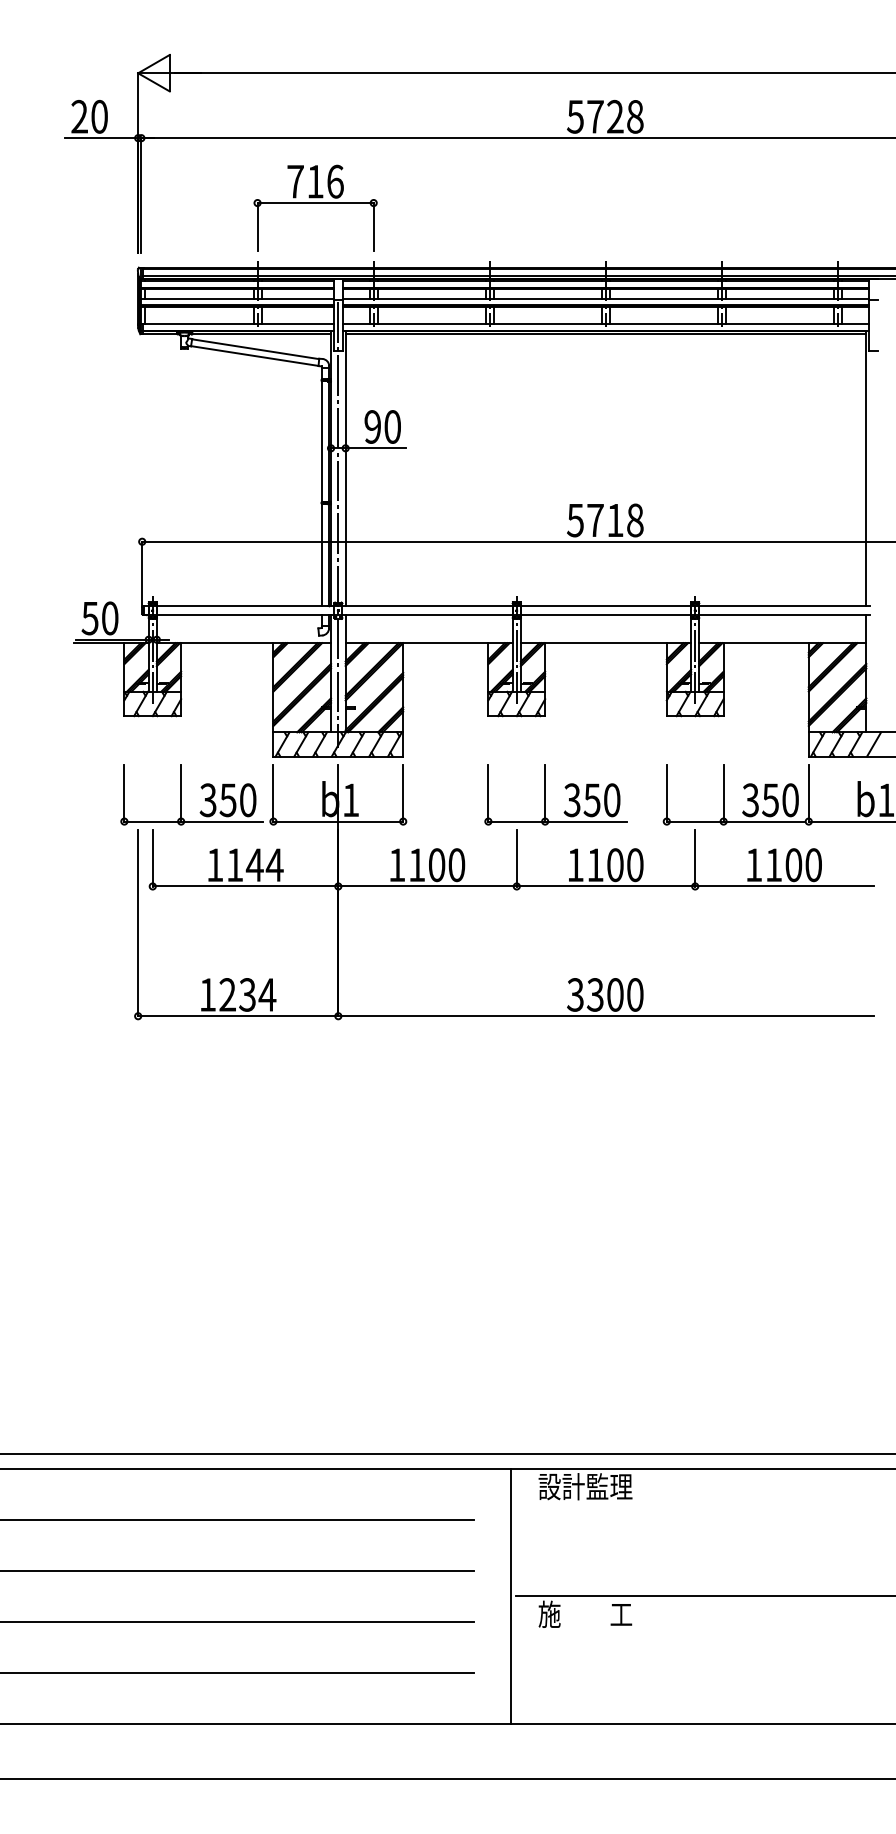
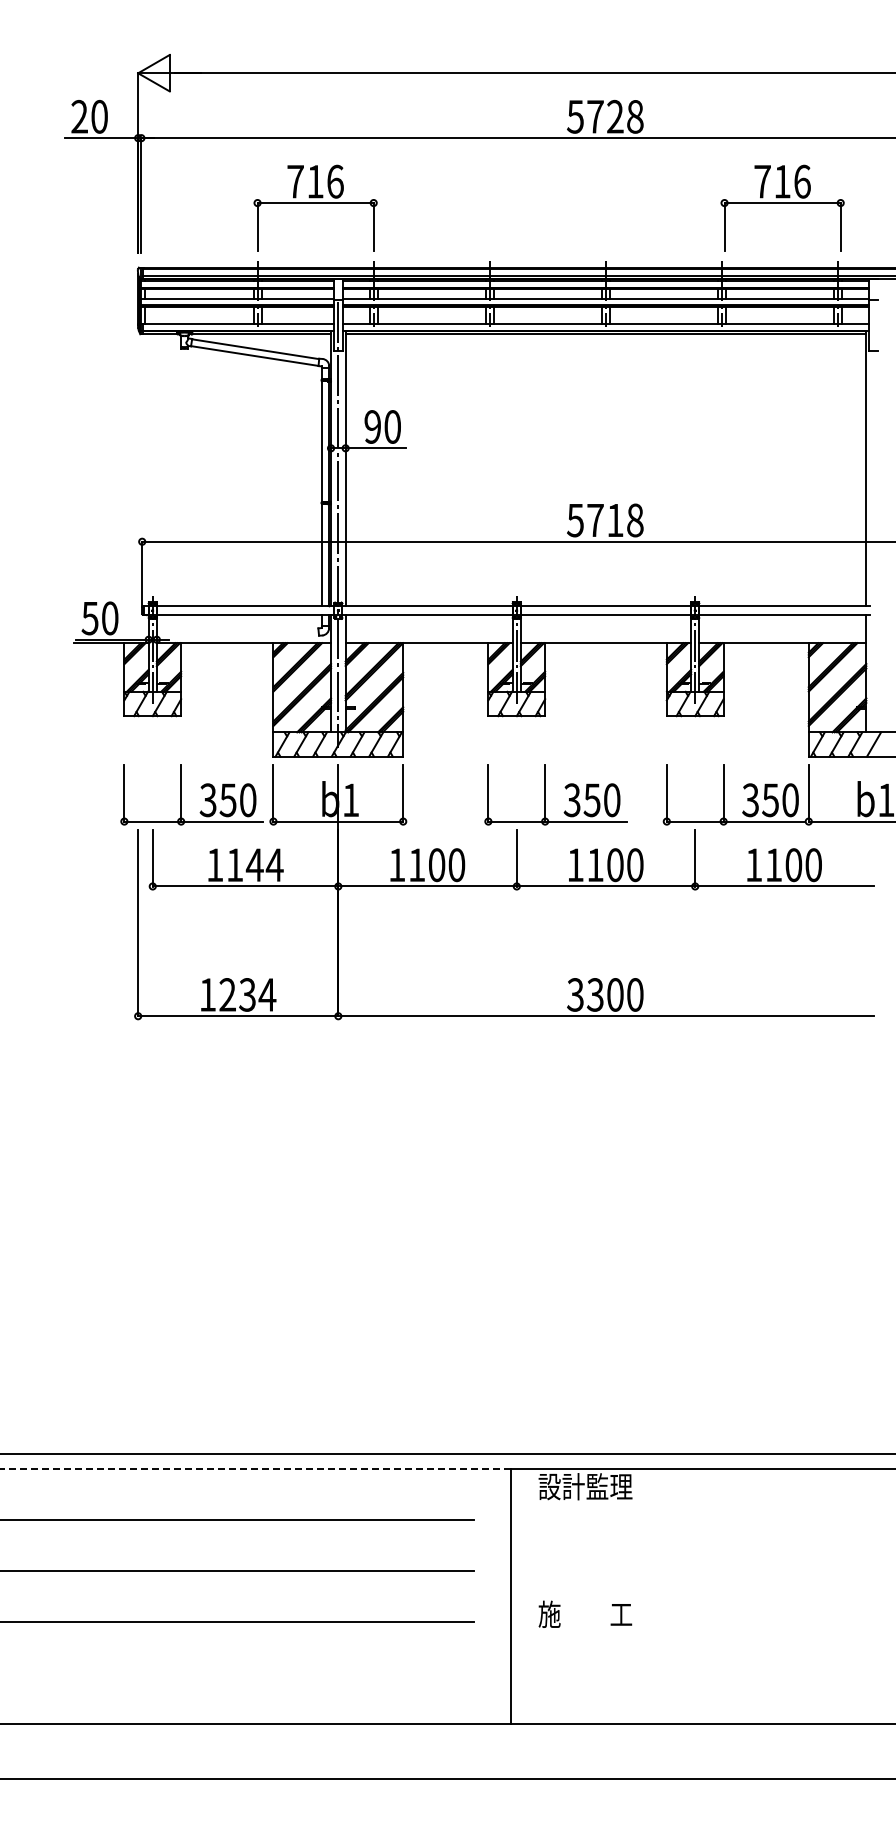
part at (782, 207): none -> present
line at (255, 1468): solid -> dashed
line at (704, 1596): present -> none
line at (238, 1673): present -> none
